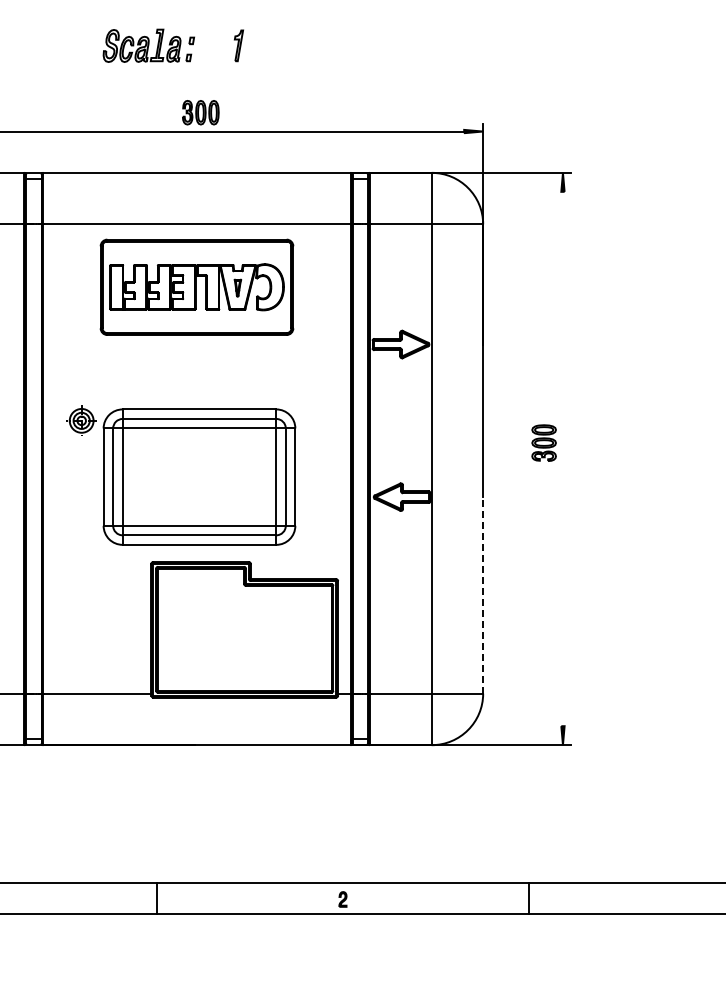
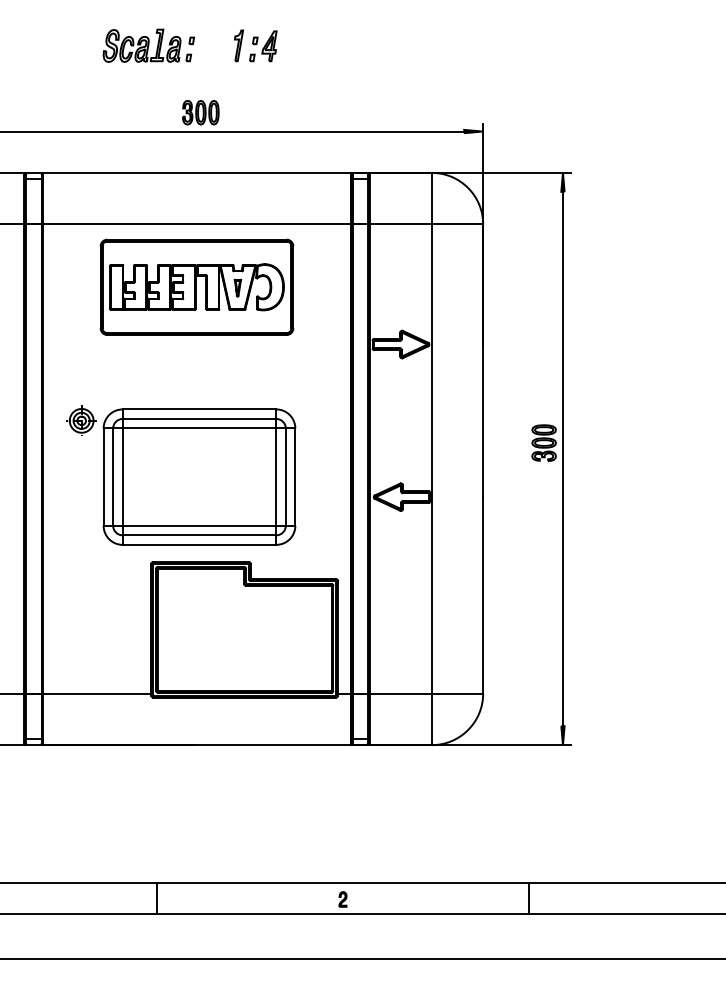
part at (263, 46): none -> present
line at (562, 458): none -> present
line at (483, 594): dashed -> solid
line at (362, 959): none -> present
